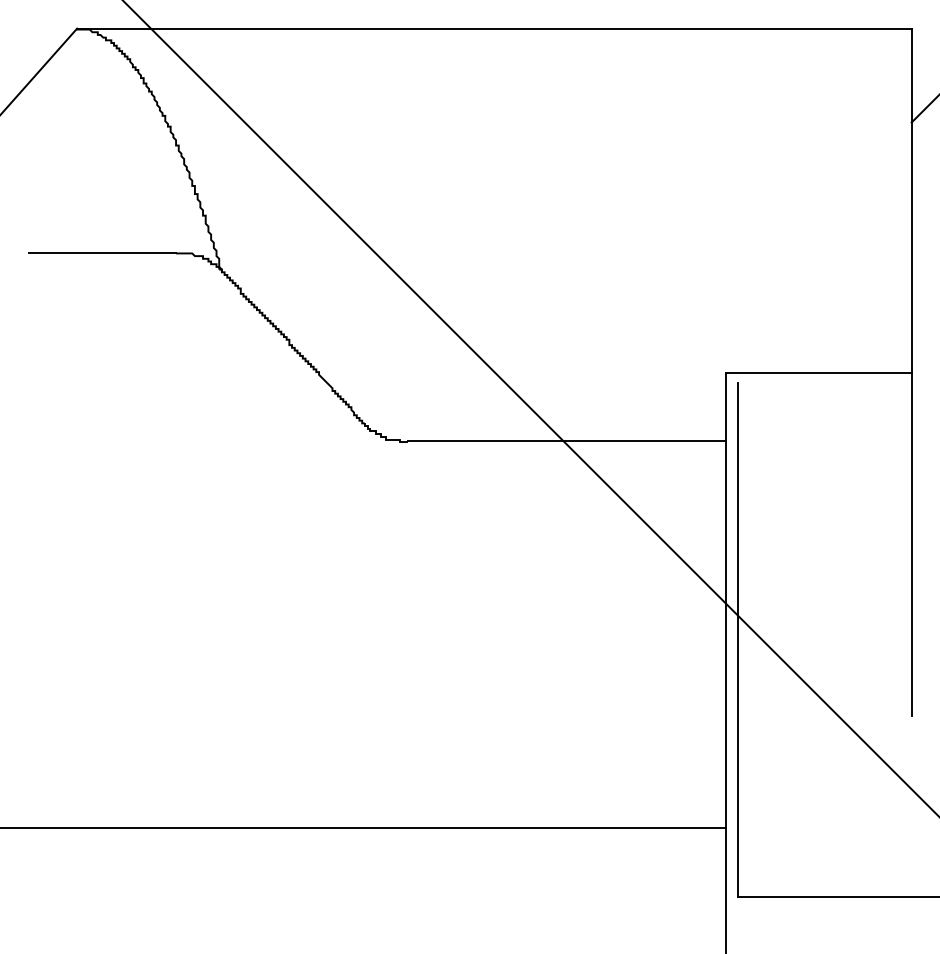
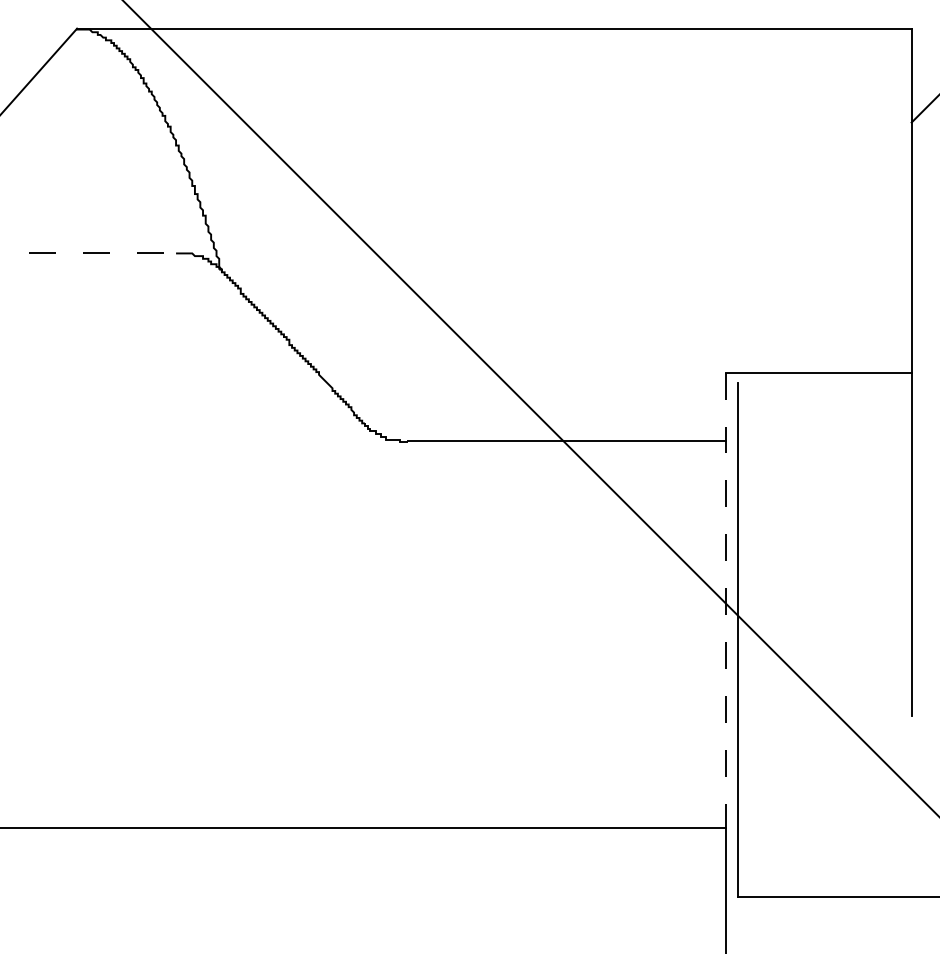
line at (102, 252): solid -> dashed
line at (725, 600): solid -> dashed
